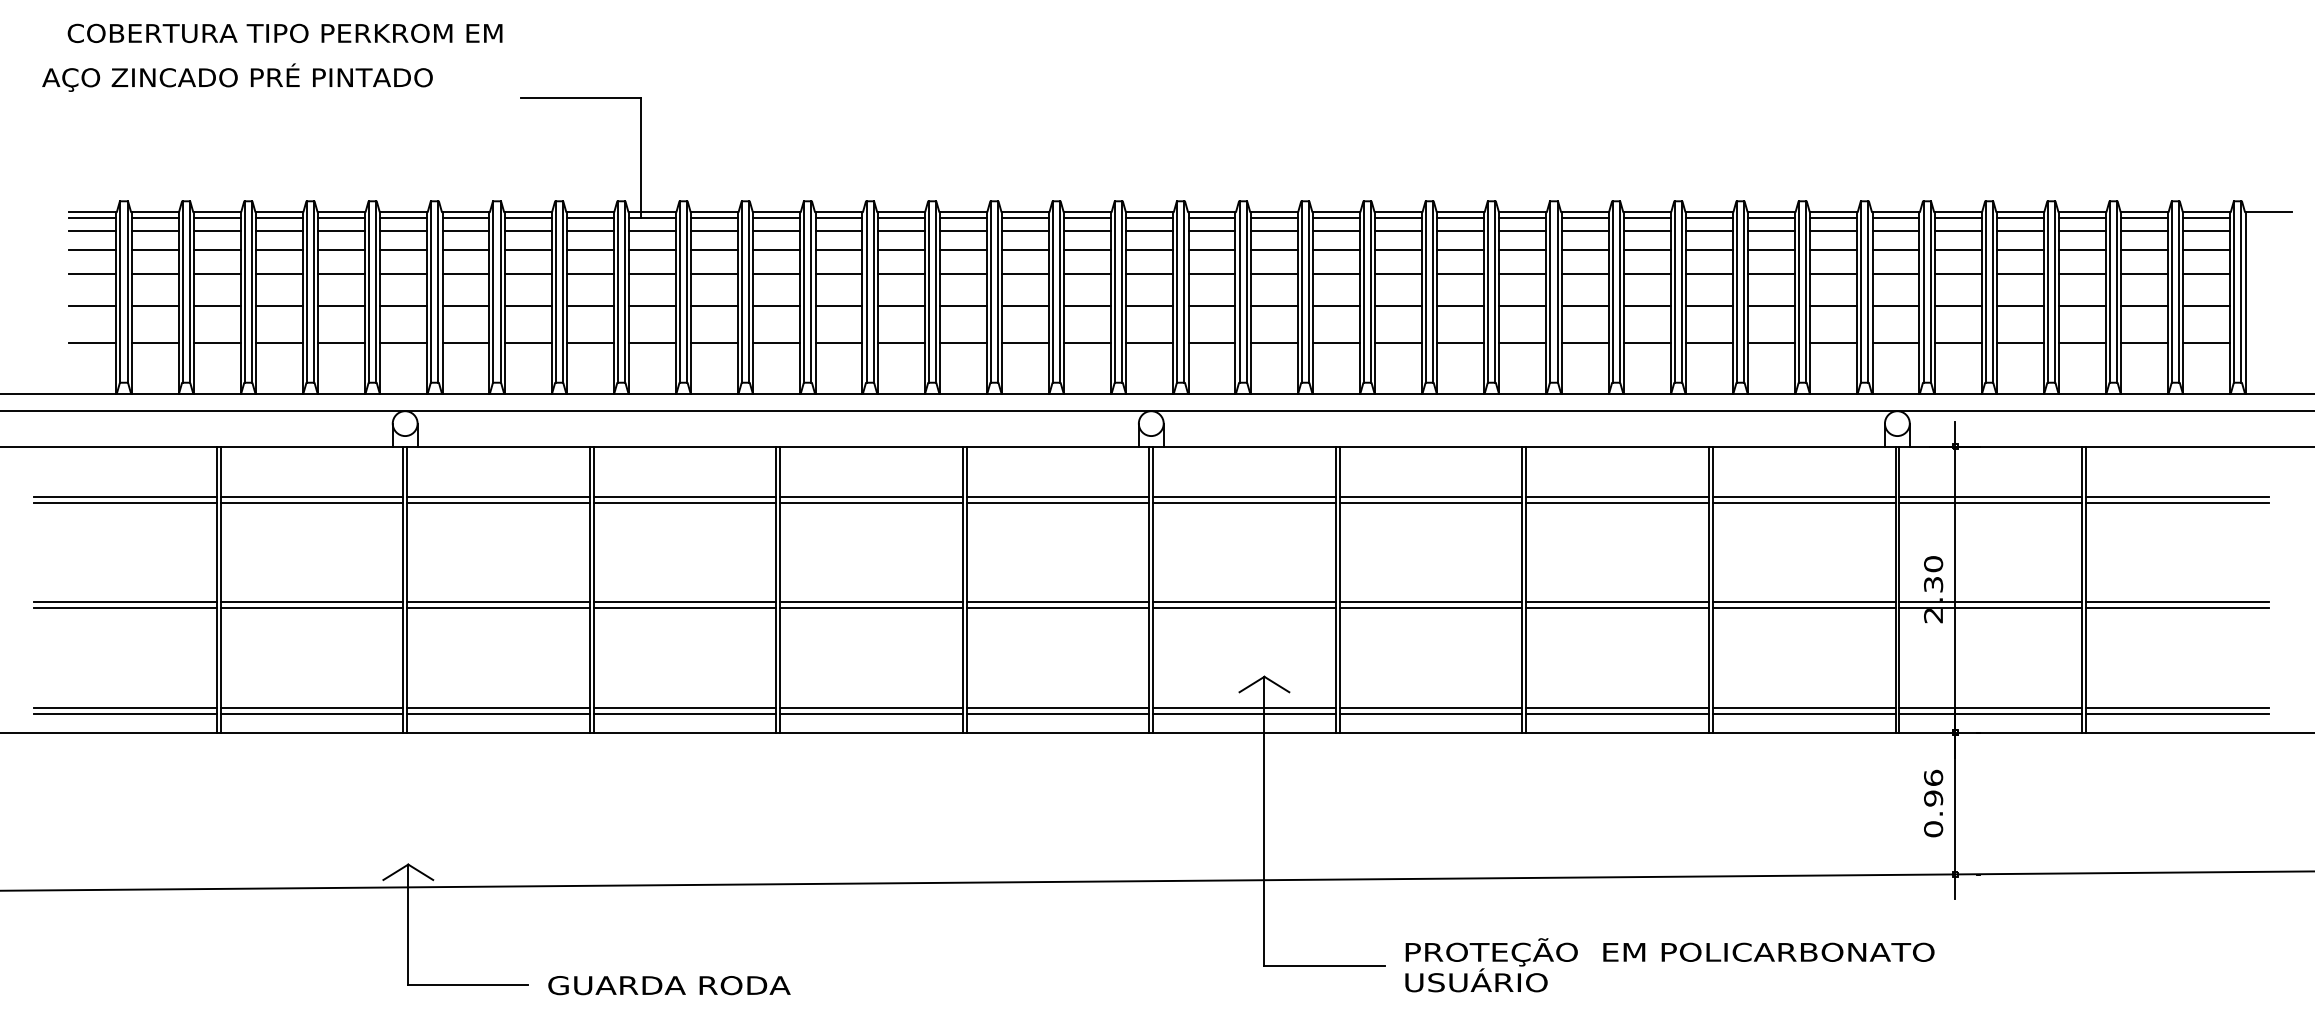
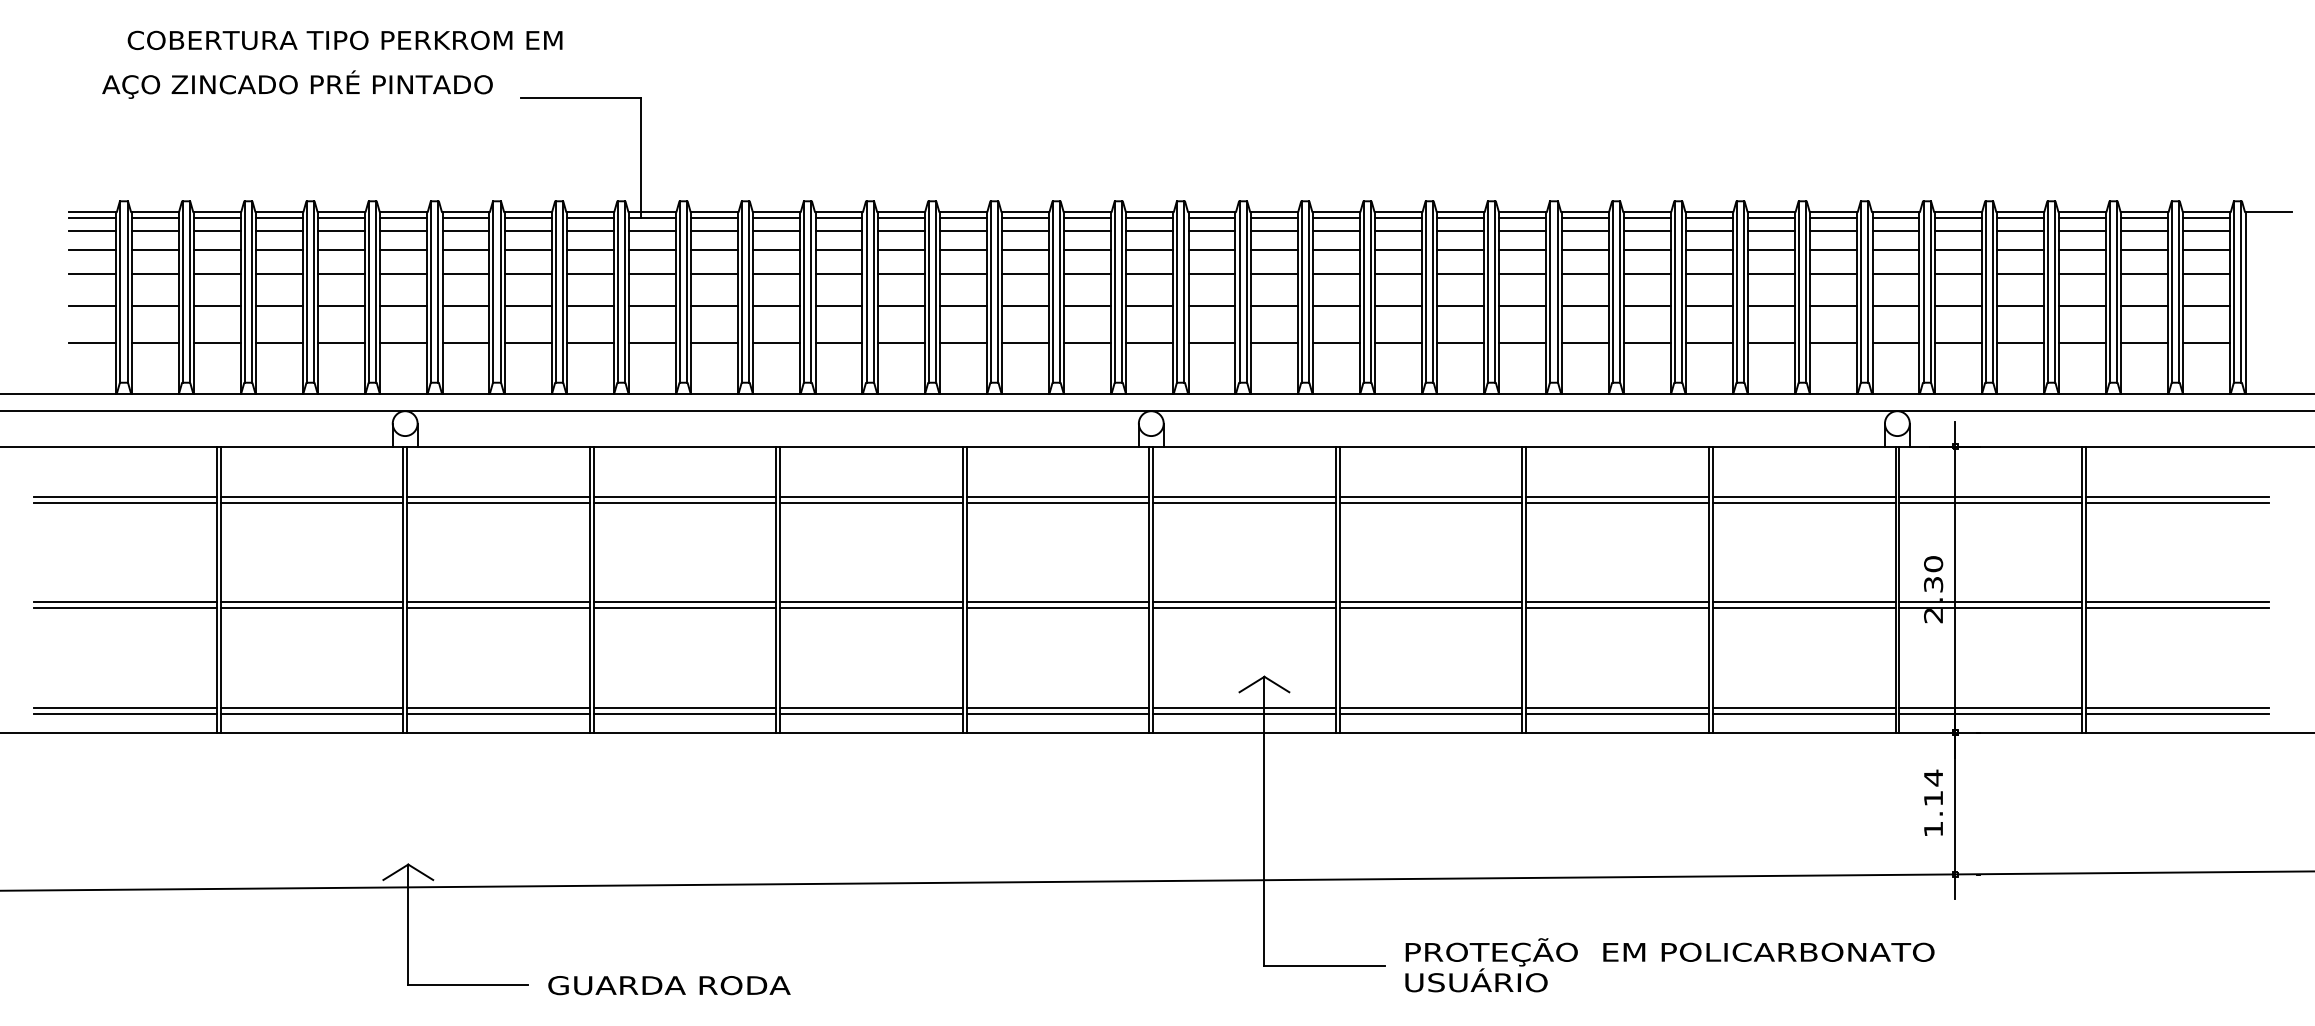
text at (272, 57) position: (272, 57) -> (332, 64)
text at (1933, 803): 0.96 -> 1.14
